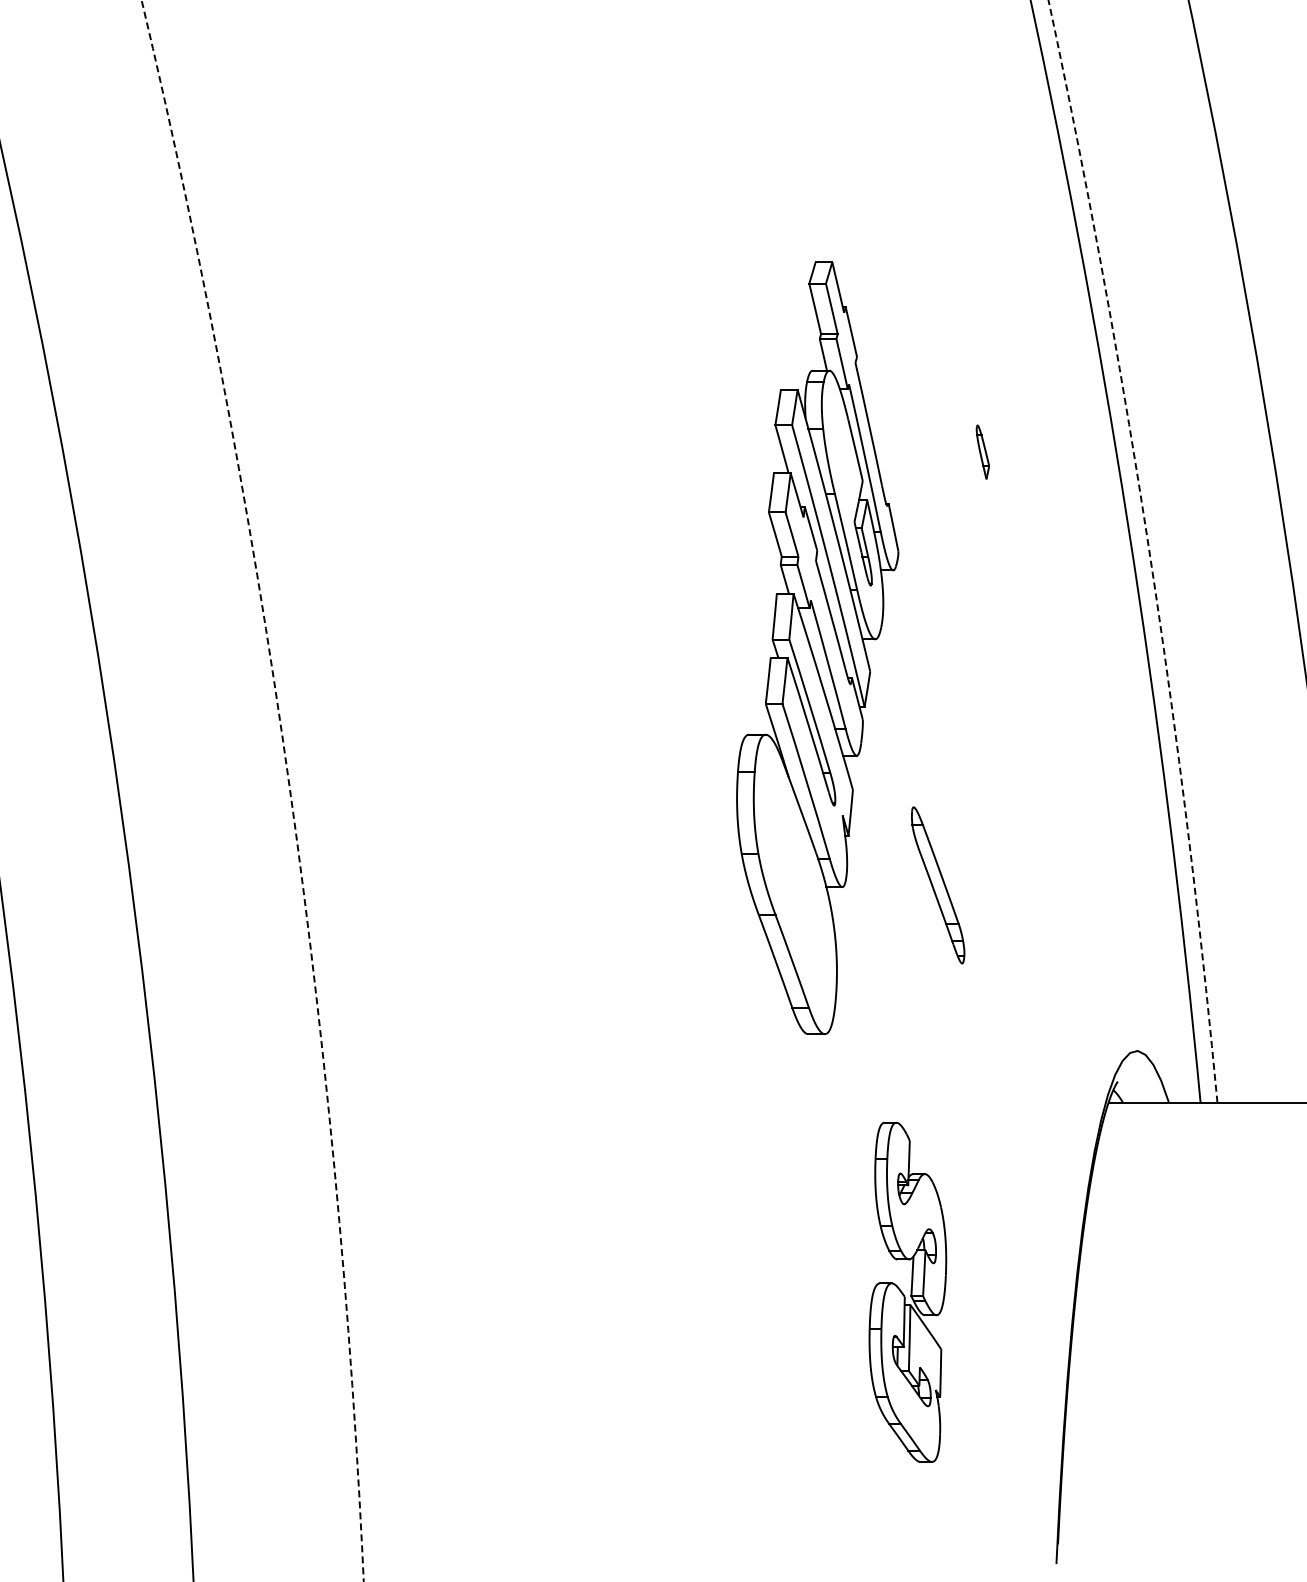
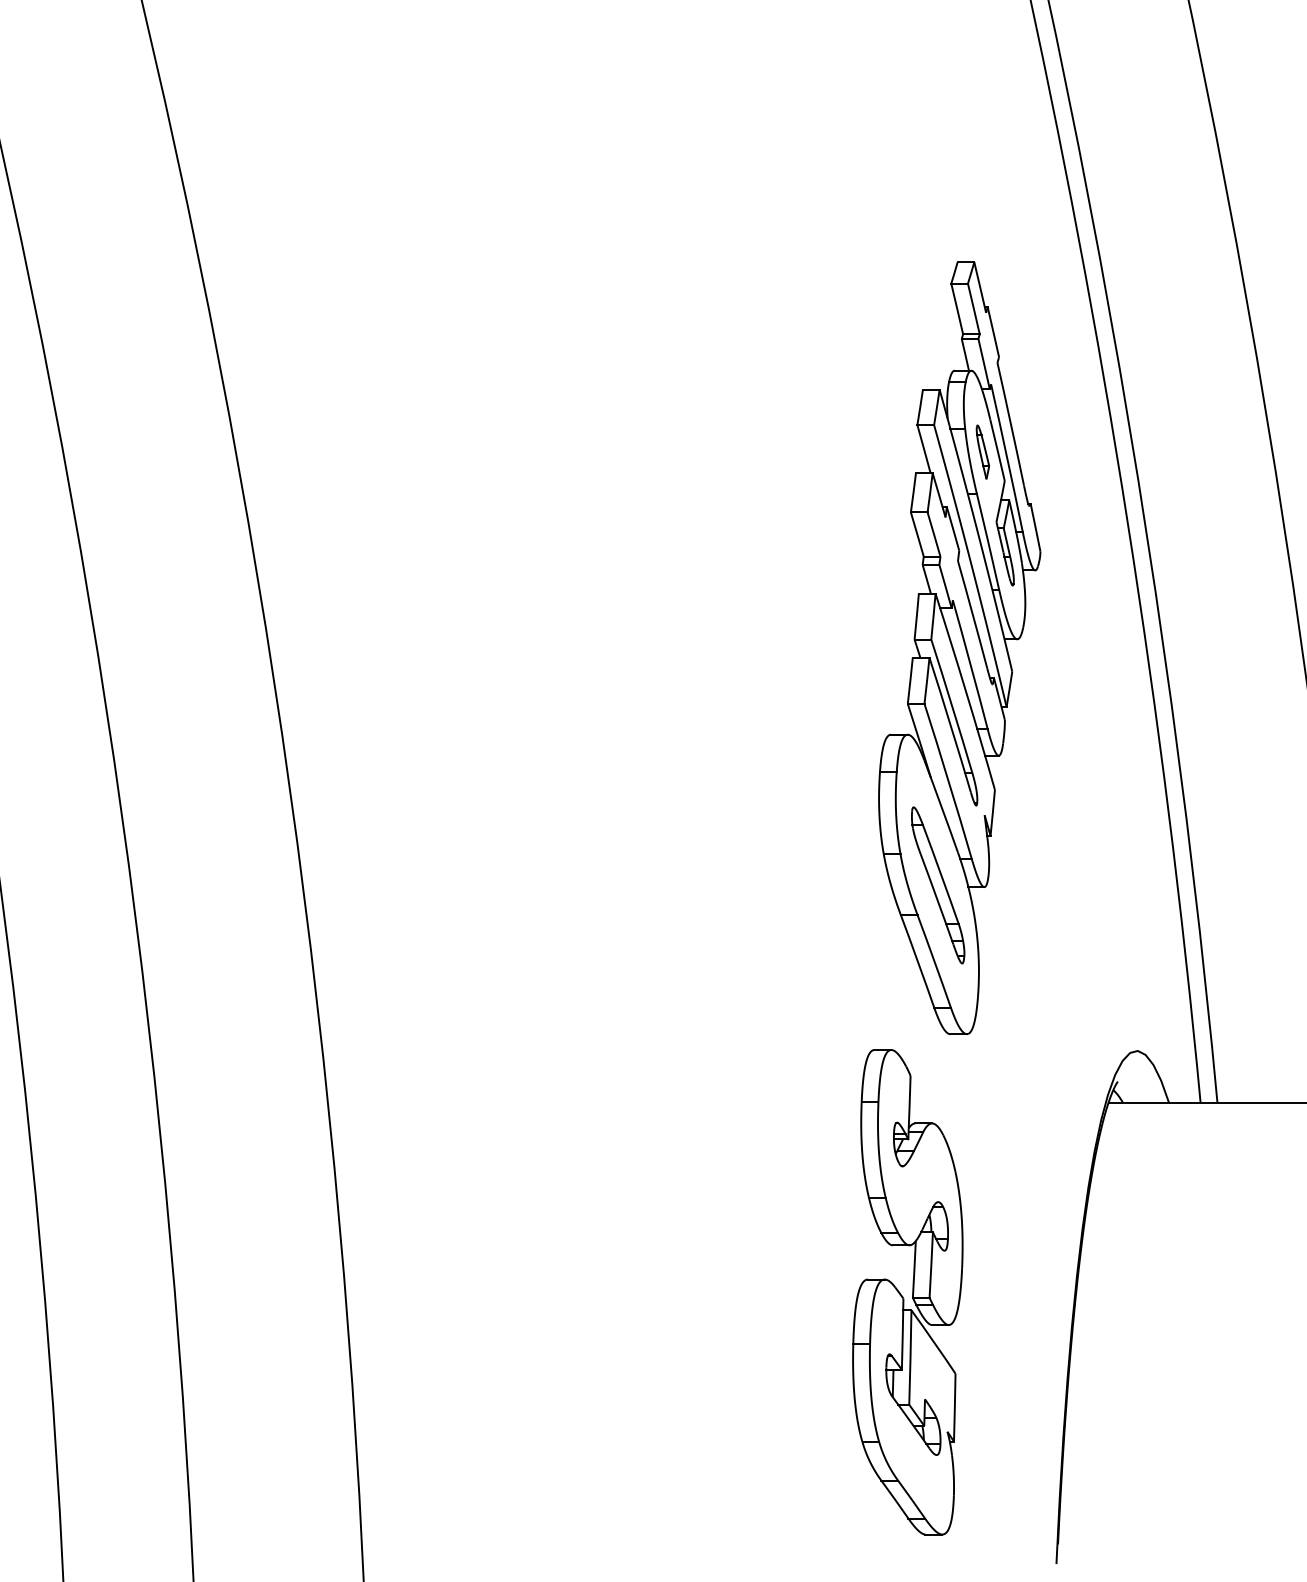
arc at (1148, 548): dashed -> solid
part at (817, 647) position: (817, 647) -> (959, 647)
circle at (252, 790): dashed -> solid
part at (907, 1291) size: 80x342 px -> 112x487 px
